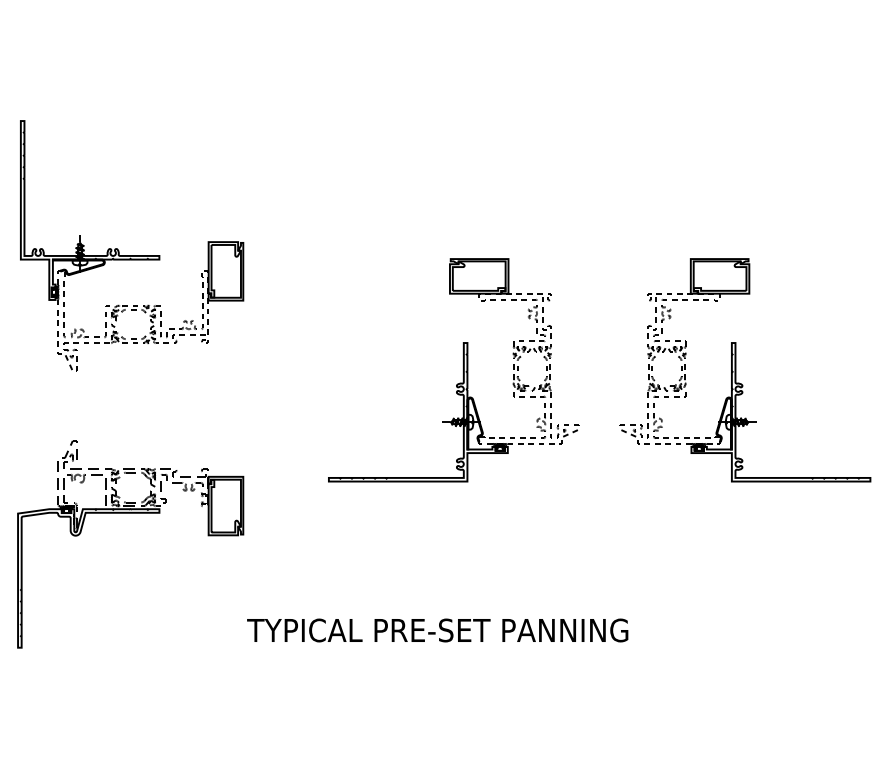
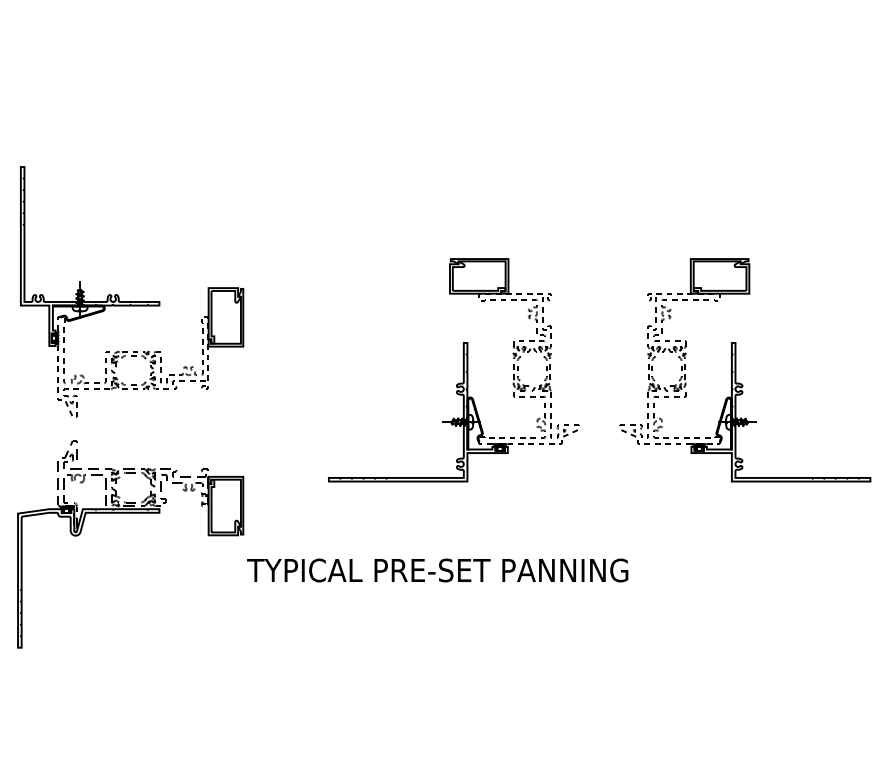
part at (132, 255) position: (132, 255) -> (132, 301)
text at (437, 630) position: (437, 630) -> (437, 570)
